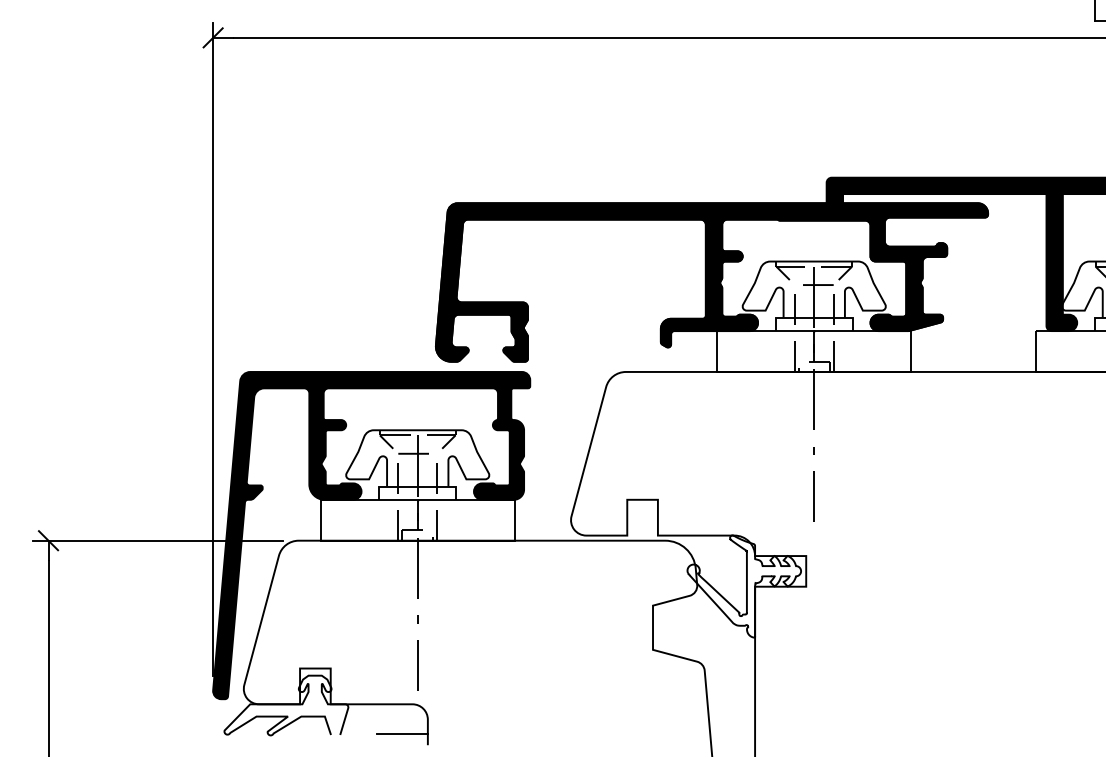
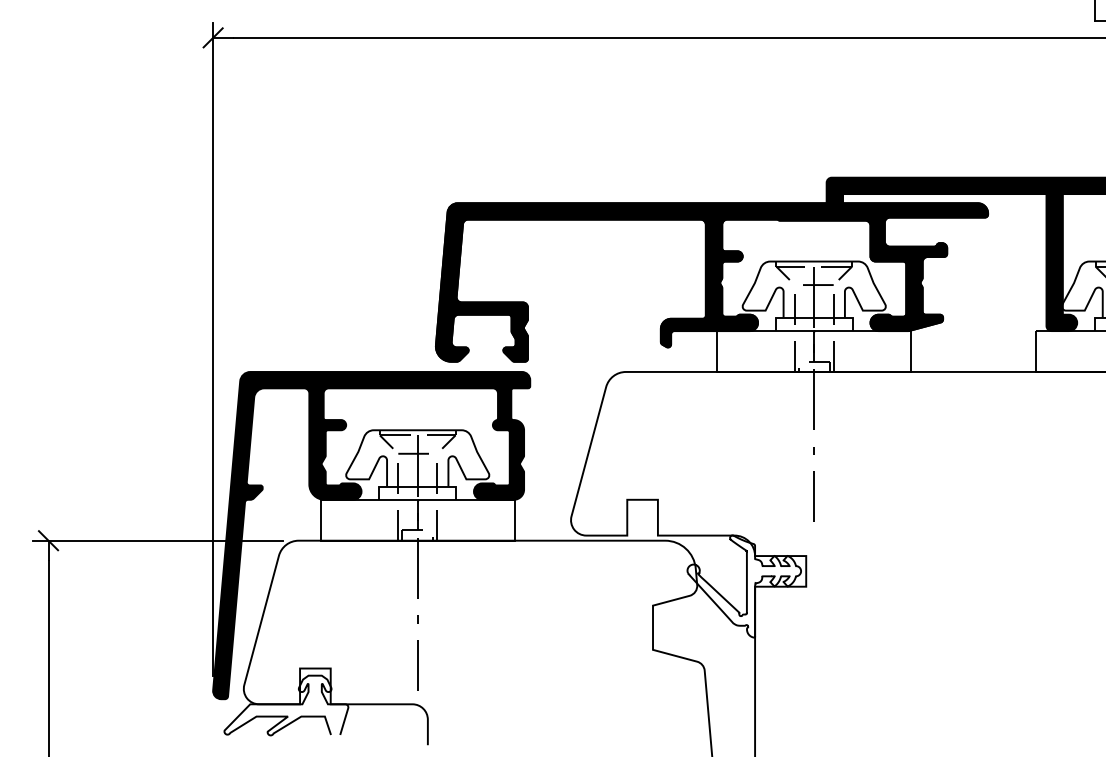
line at (401, 734): present -> none
